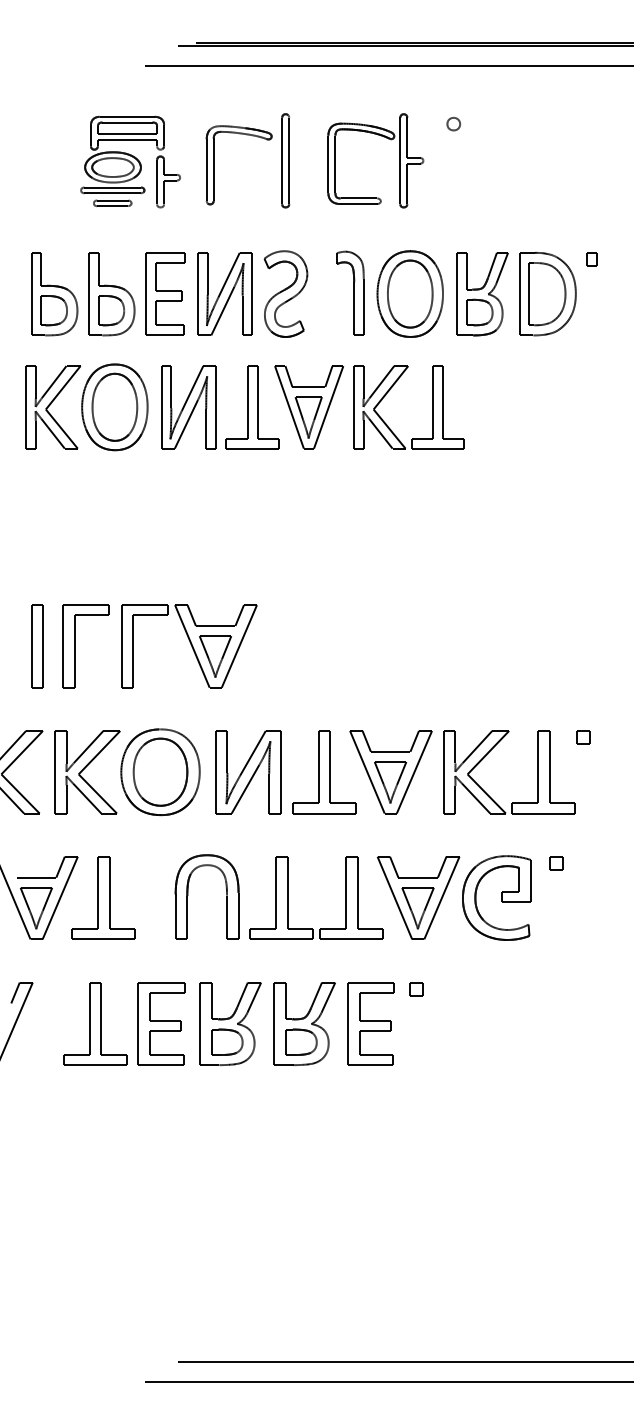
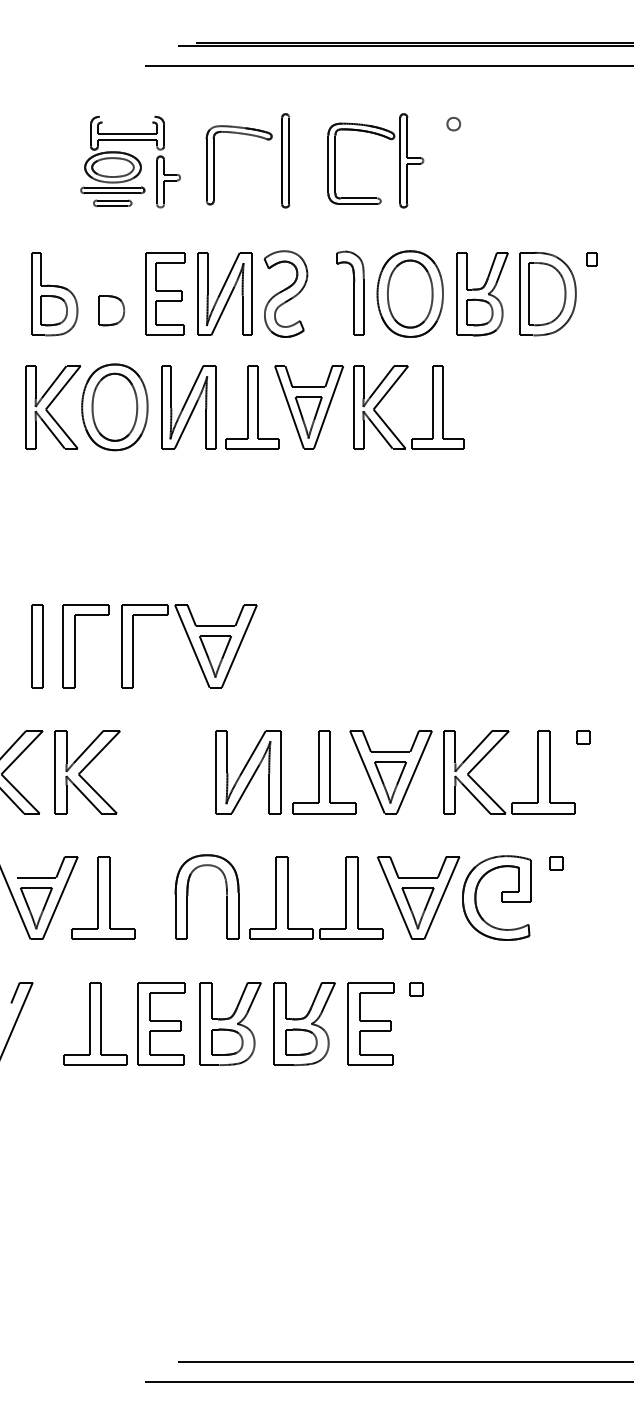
line at (126, 116): present -> none
line at (127, 122): present -> none
part at (111, 294): present -> none
part at (160, 772): present -> none
